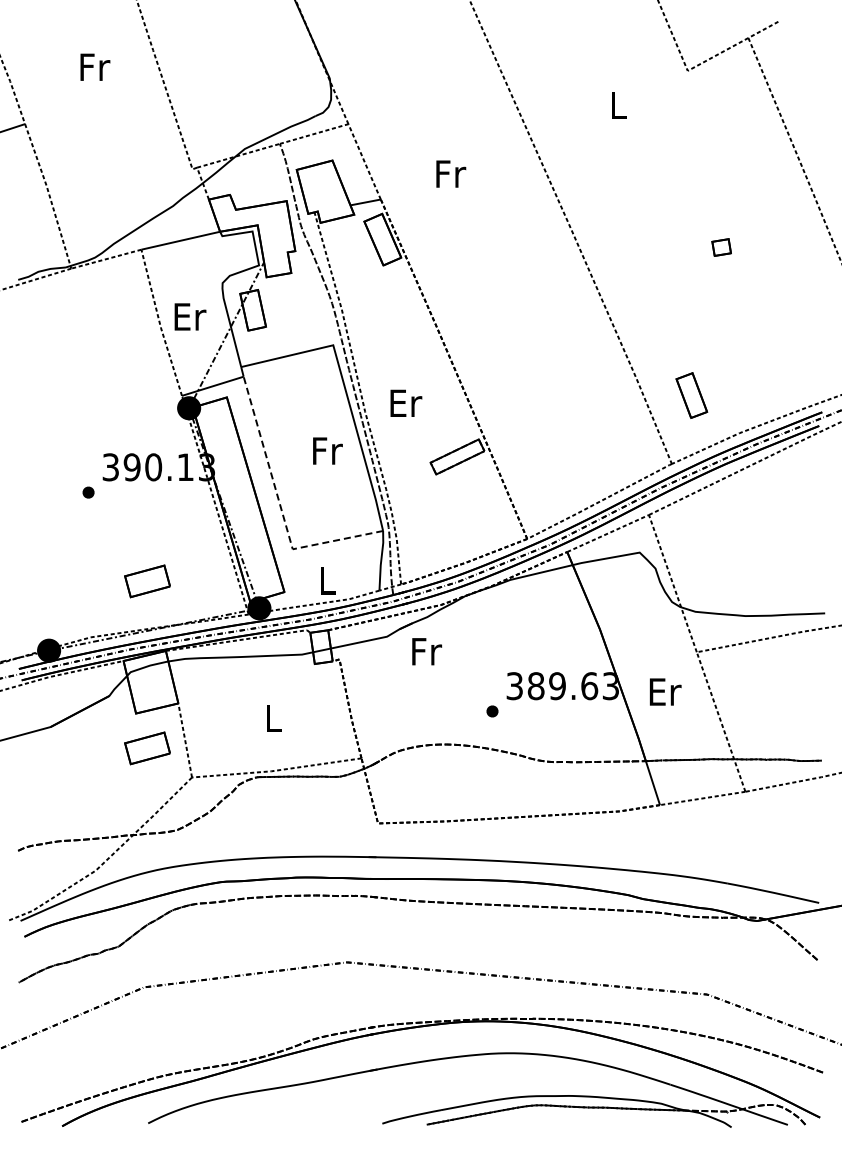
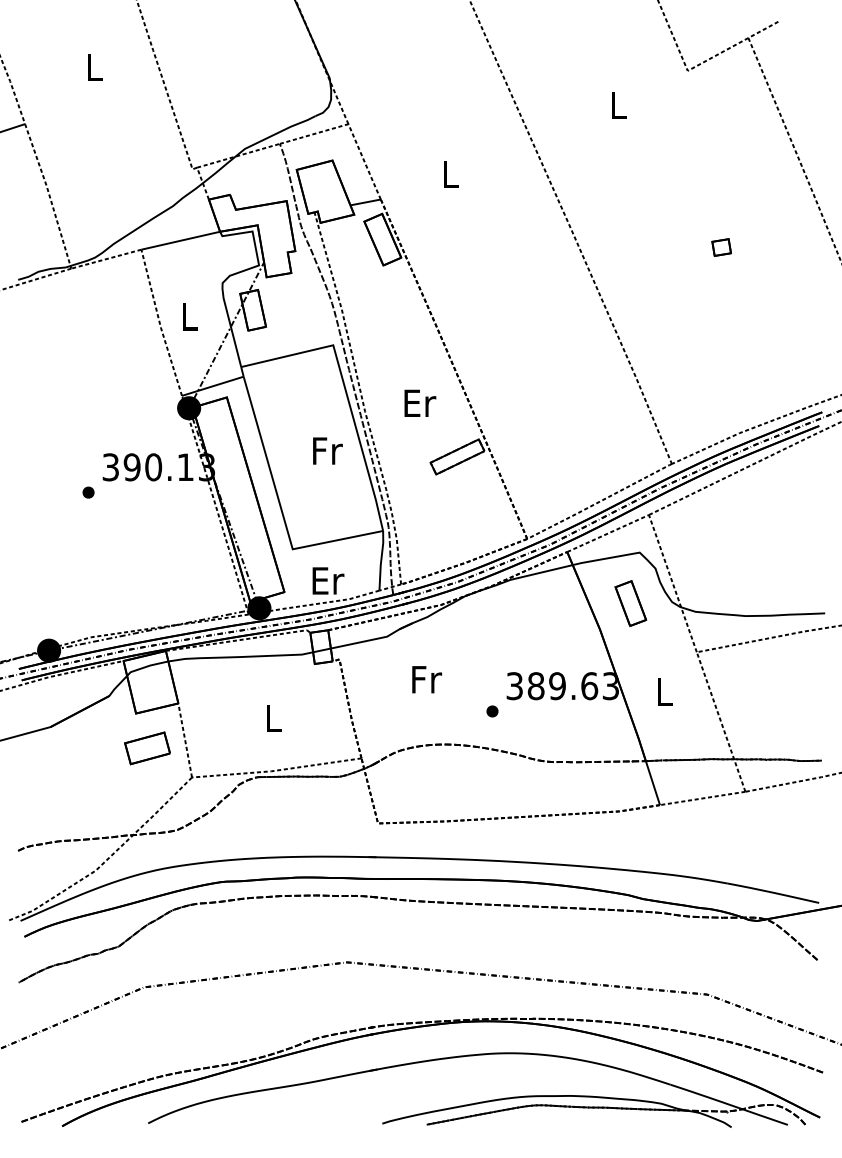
text at (95, 66): Fr -> L
text at (451, 173): Fr -> L
text at (190, 316): Er -> L
part at (691, 395) position: (691, 395) -> (630, 603)
text at (406, 402) position: (406, 402) -> (420, 402)
line at (281, 508): dashed -> solid
text at (328, 580): L -> Er
part at (147, 581): present -> none
text at (427, 651) position: (427, 651) -> (427, 679)
text at (665, 691): Er -> L
